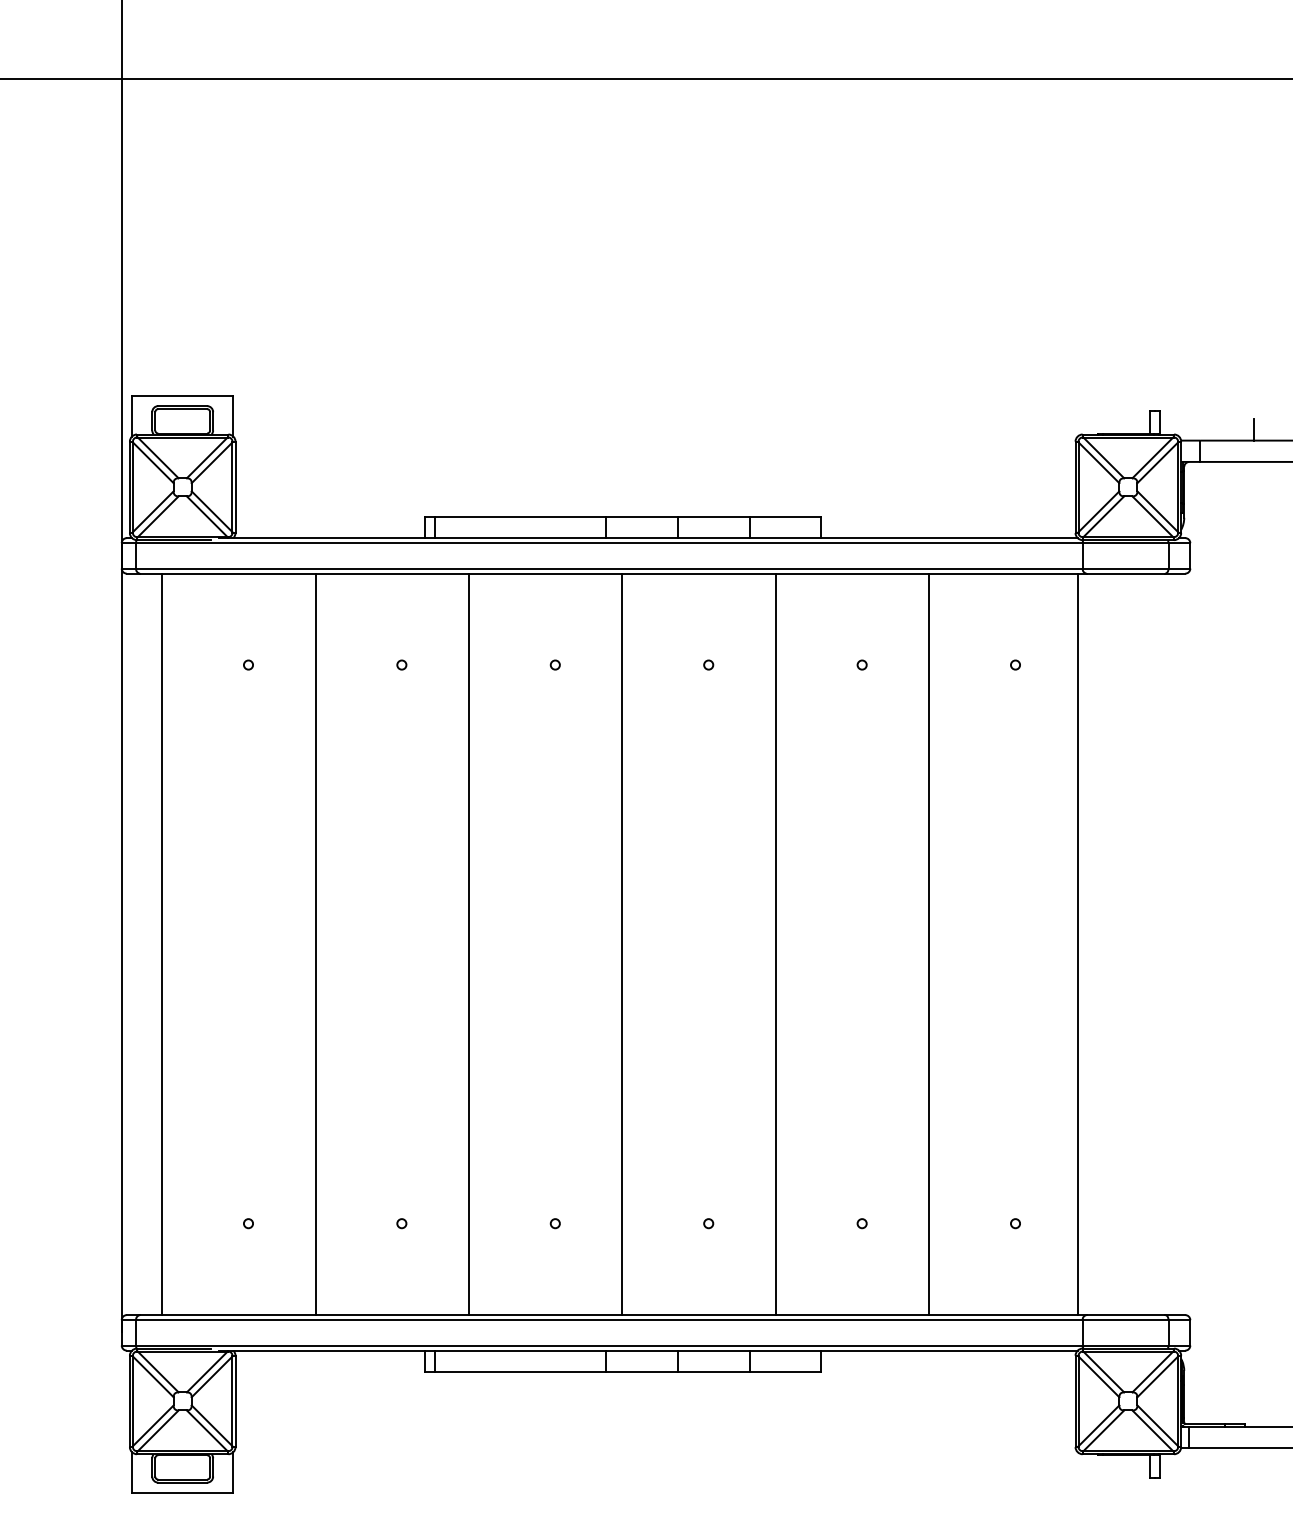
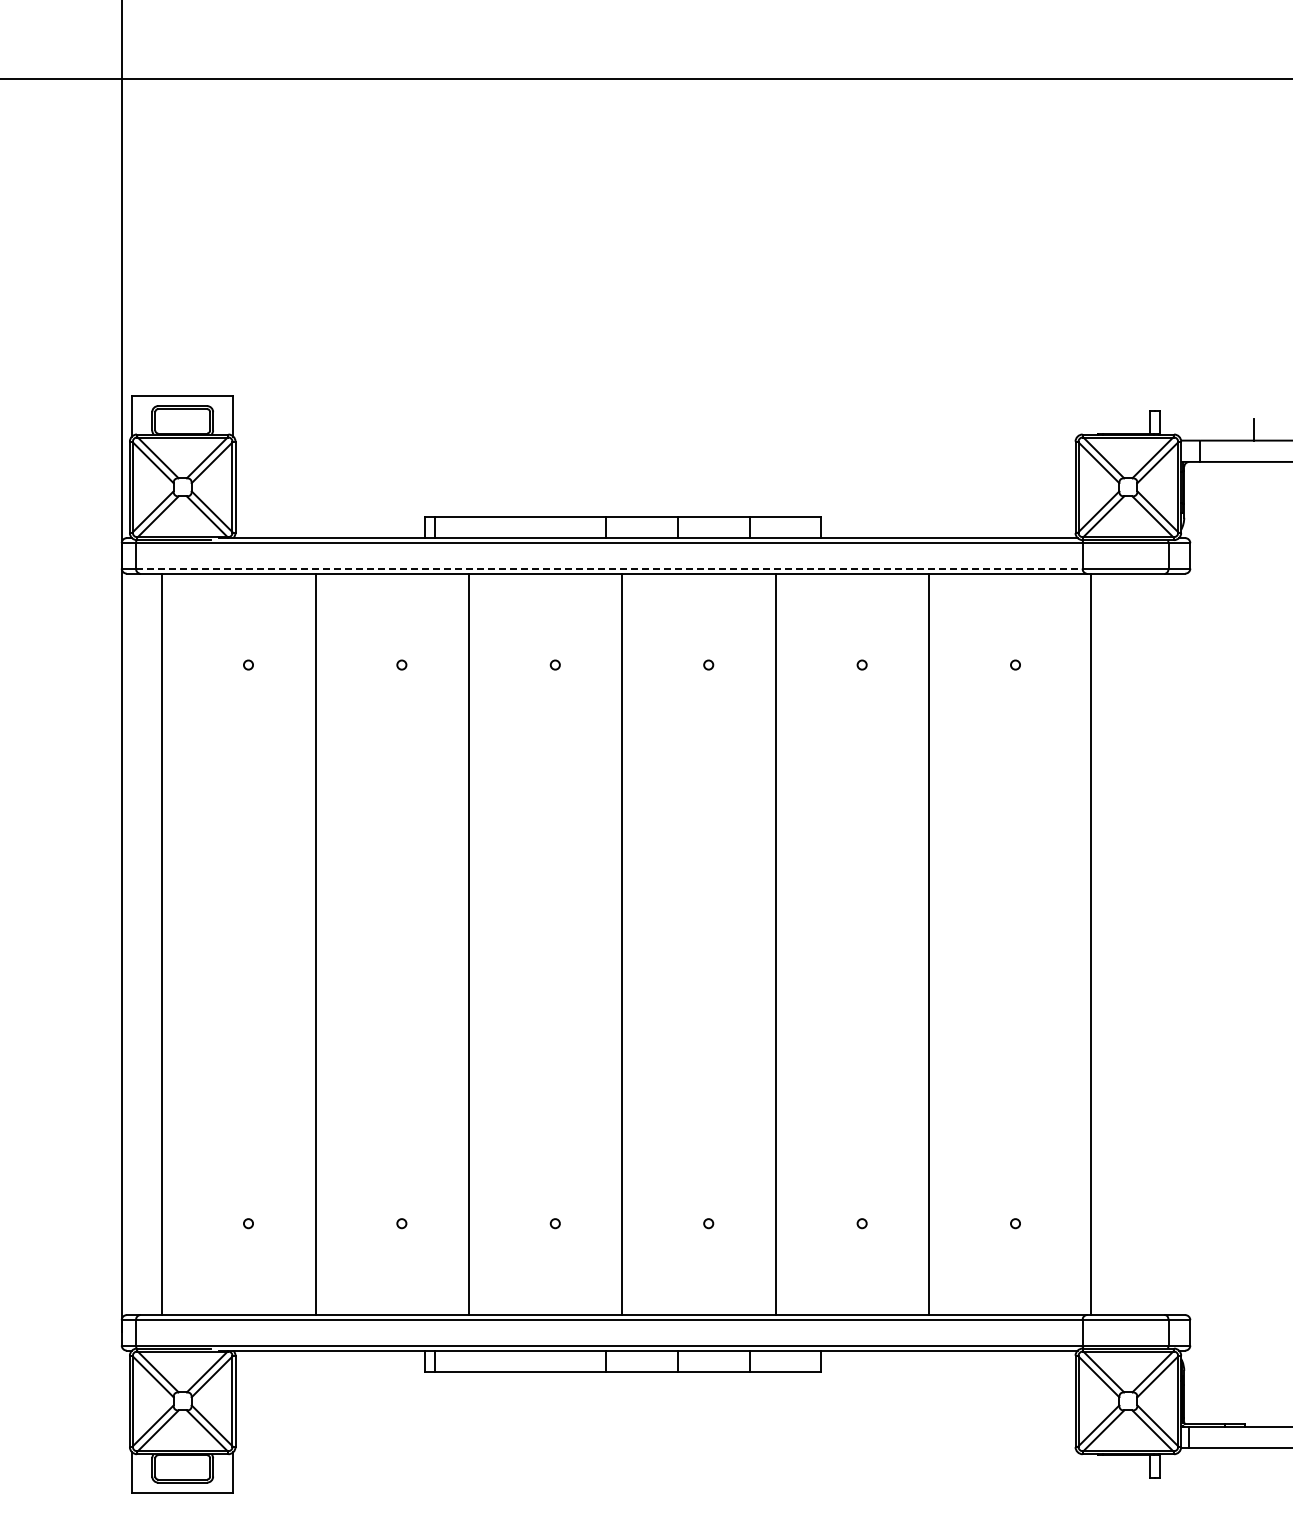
line at (609, 568): solid -> dashed
line at (1077, 944) position: (1077, 944) -> (1090, 944)
